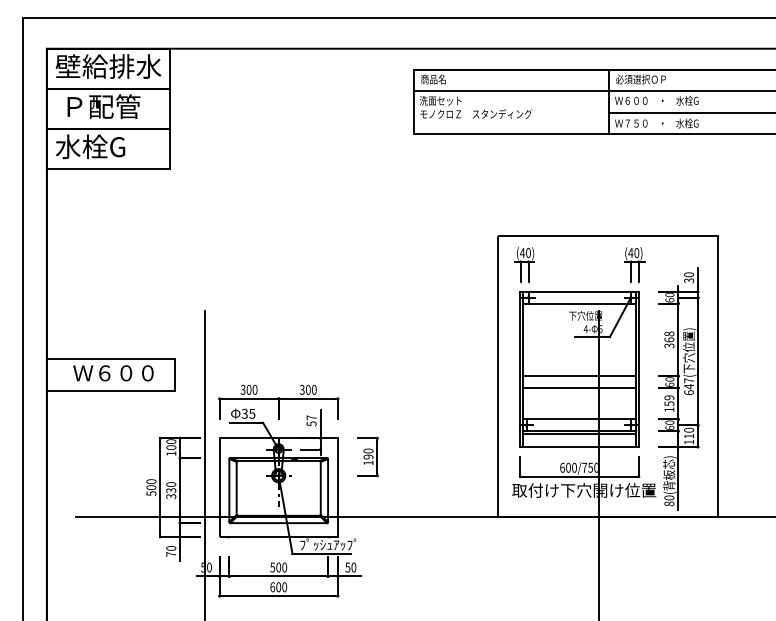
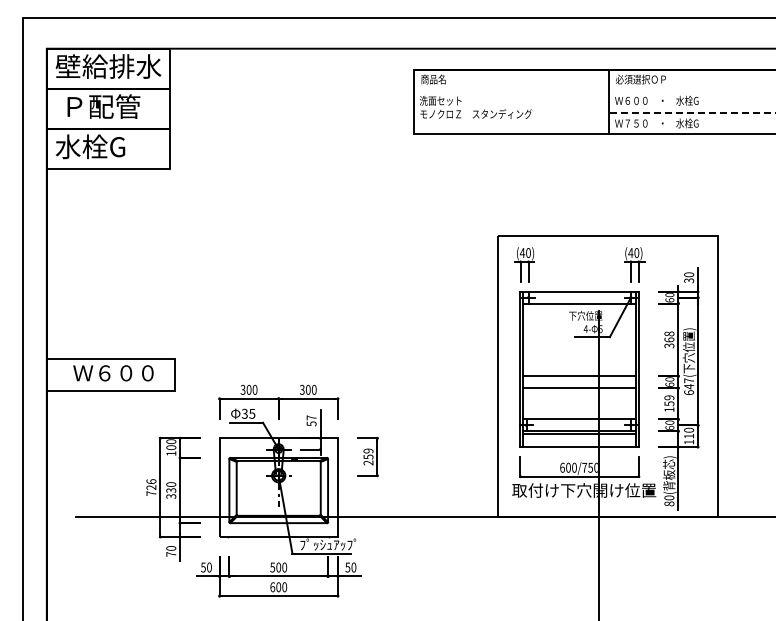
line at (592, 91): present -> none
line at (691, 112): solid -> dashed
text at (368, 456): 190 -> 259
line at (204, 464): present -> none
text at (151, 487): 500 -> 726
